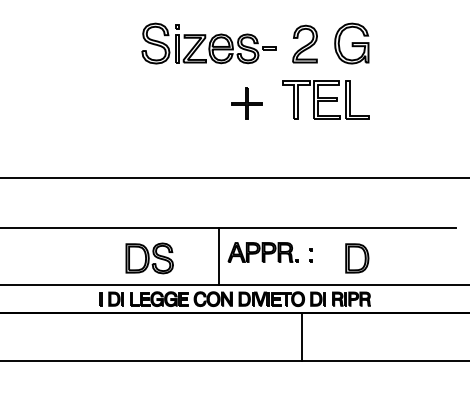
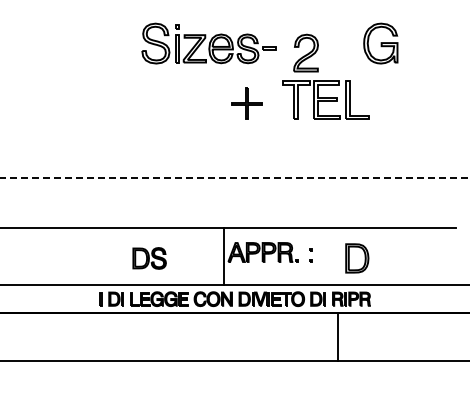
part at (304, 43) position: (304, 43) -> (305, 52)
part at (351, 43) position: (351, 43) -> (380, 43)
line at (235, 177): solid -> dashed
line at (219, 256) position: (219, 256) -> (224, 256)
part at (149, 258) size: 49x33 px -> 35x23 px
line at (301, 336) position: (301, 336) -> (337, 336)
